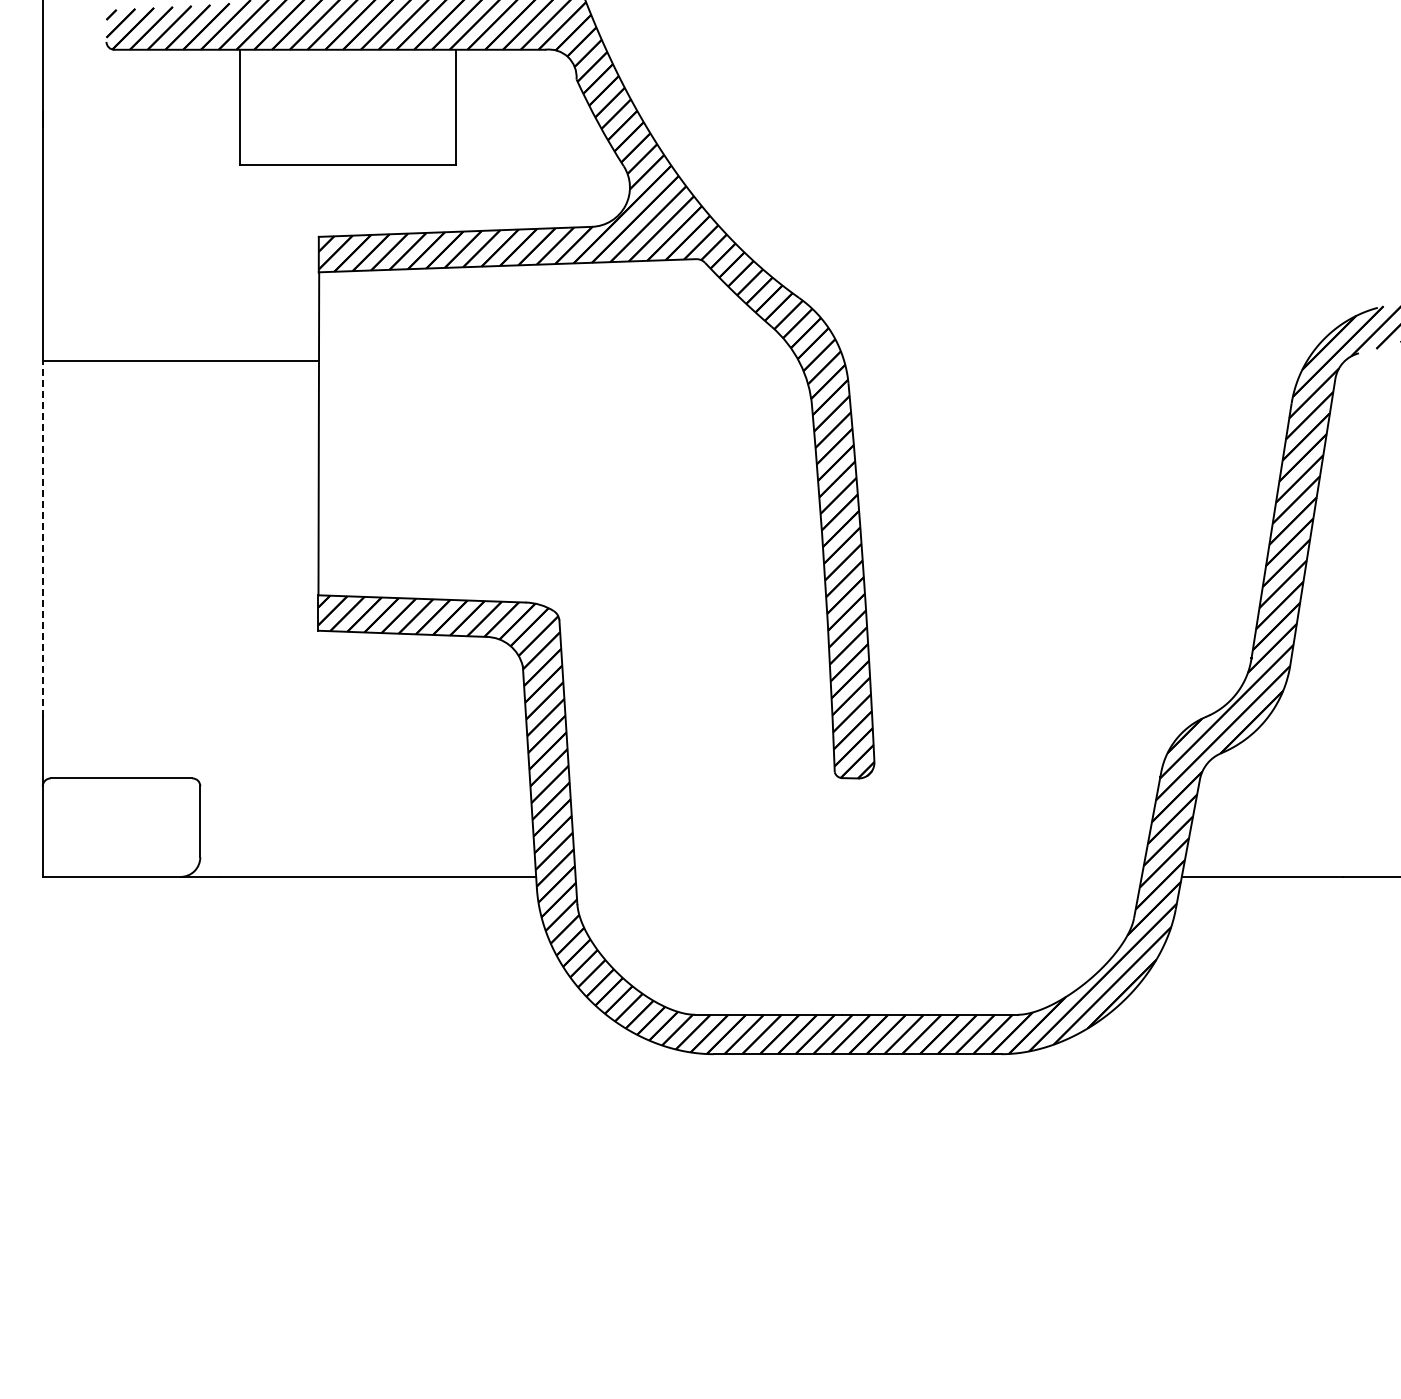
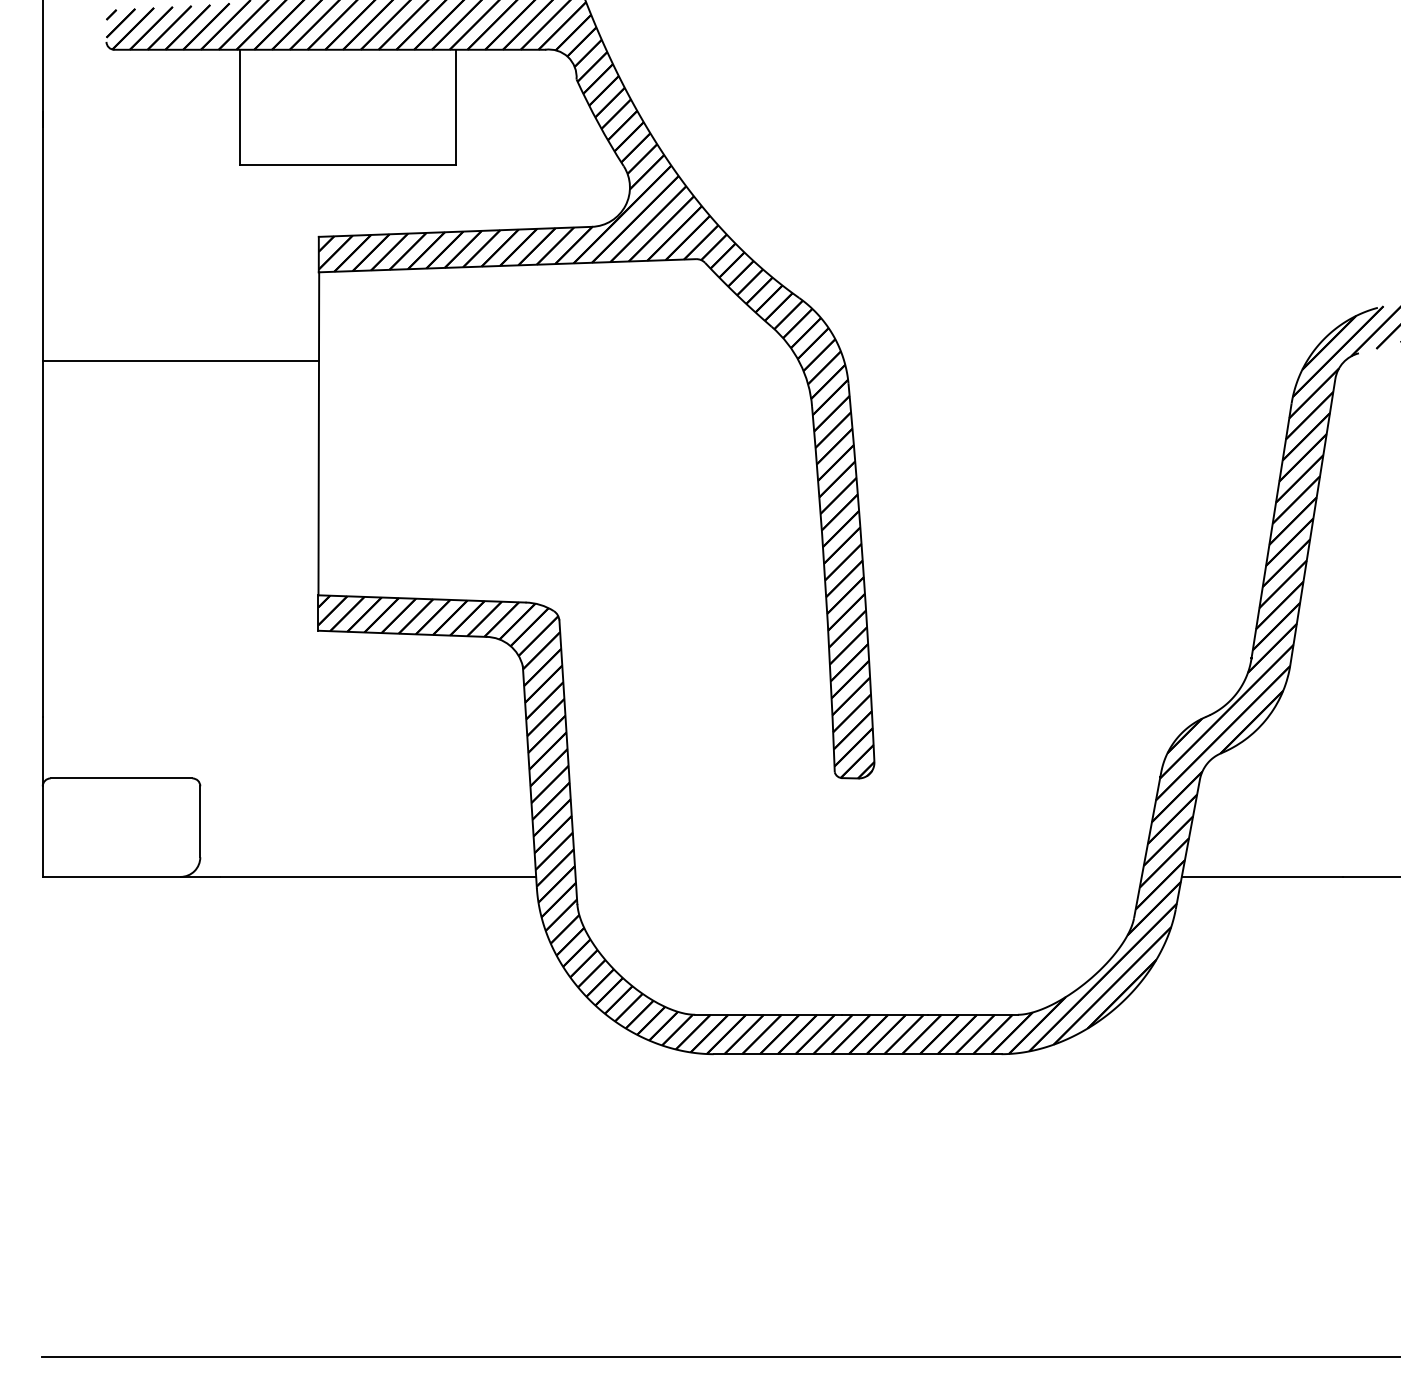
line at (42, 538): dashed -> solid
line at (719, 1357): none -> present
